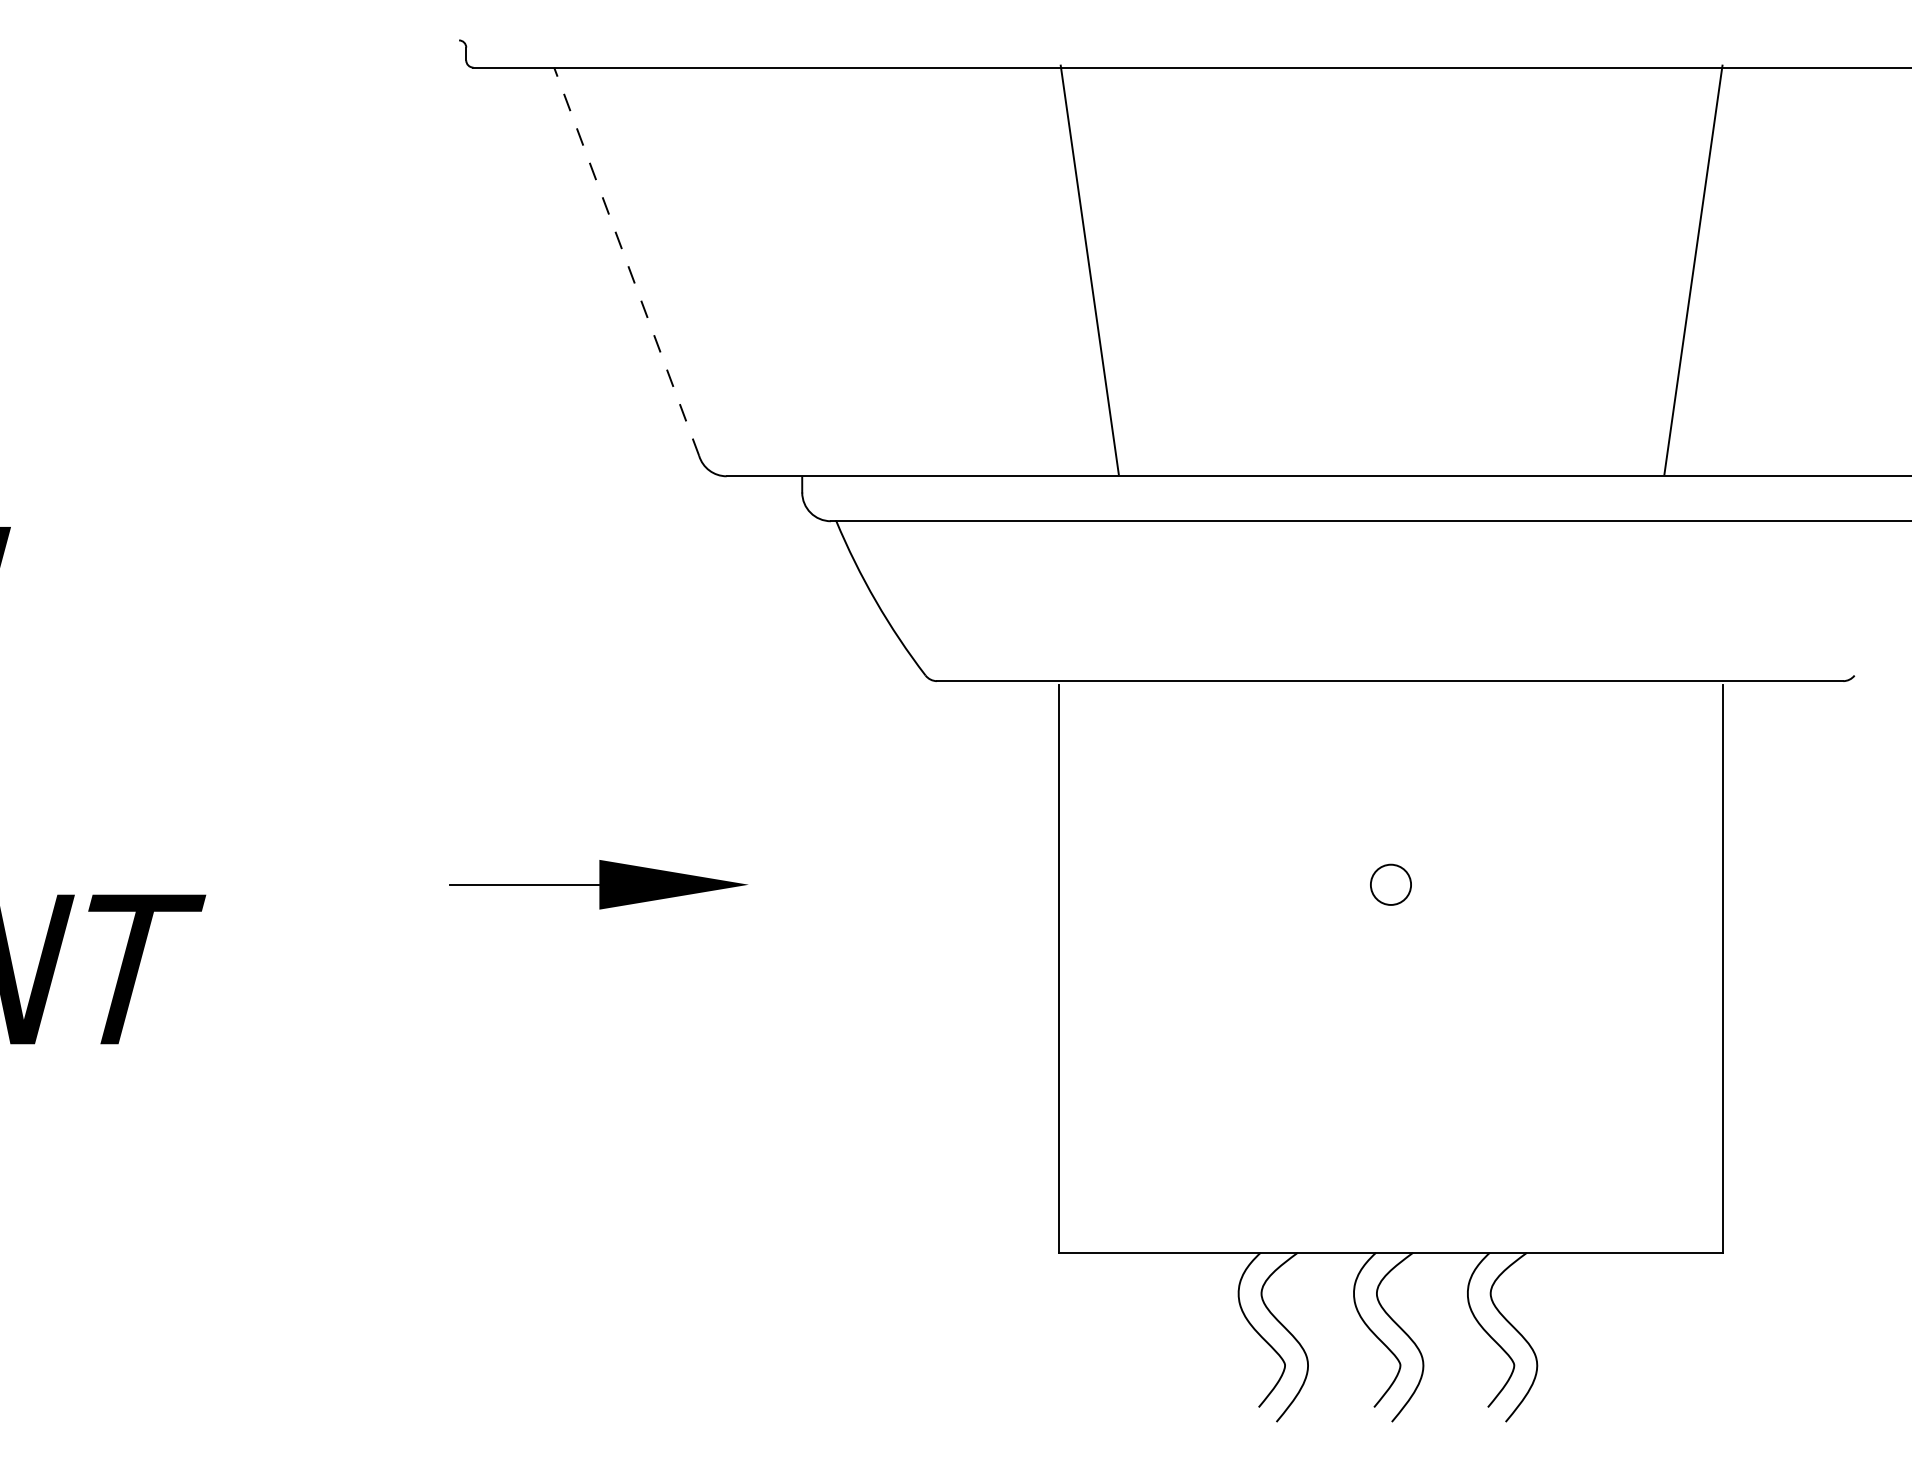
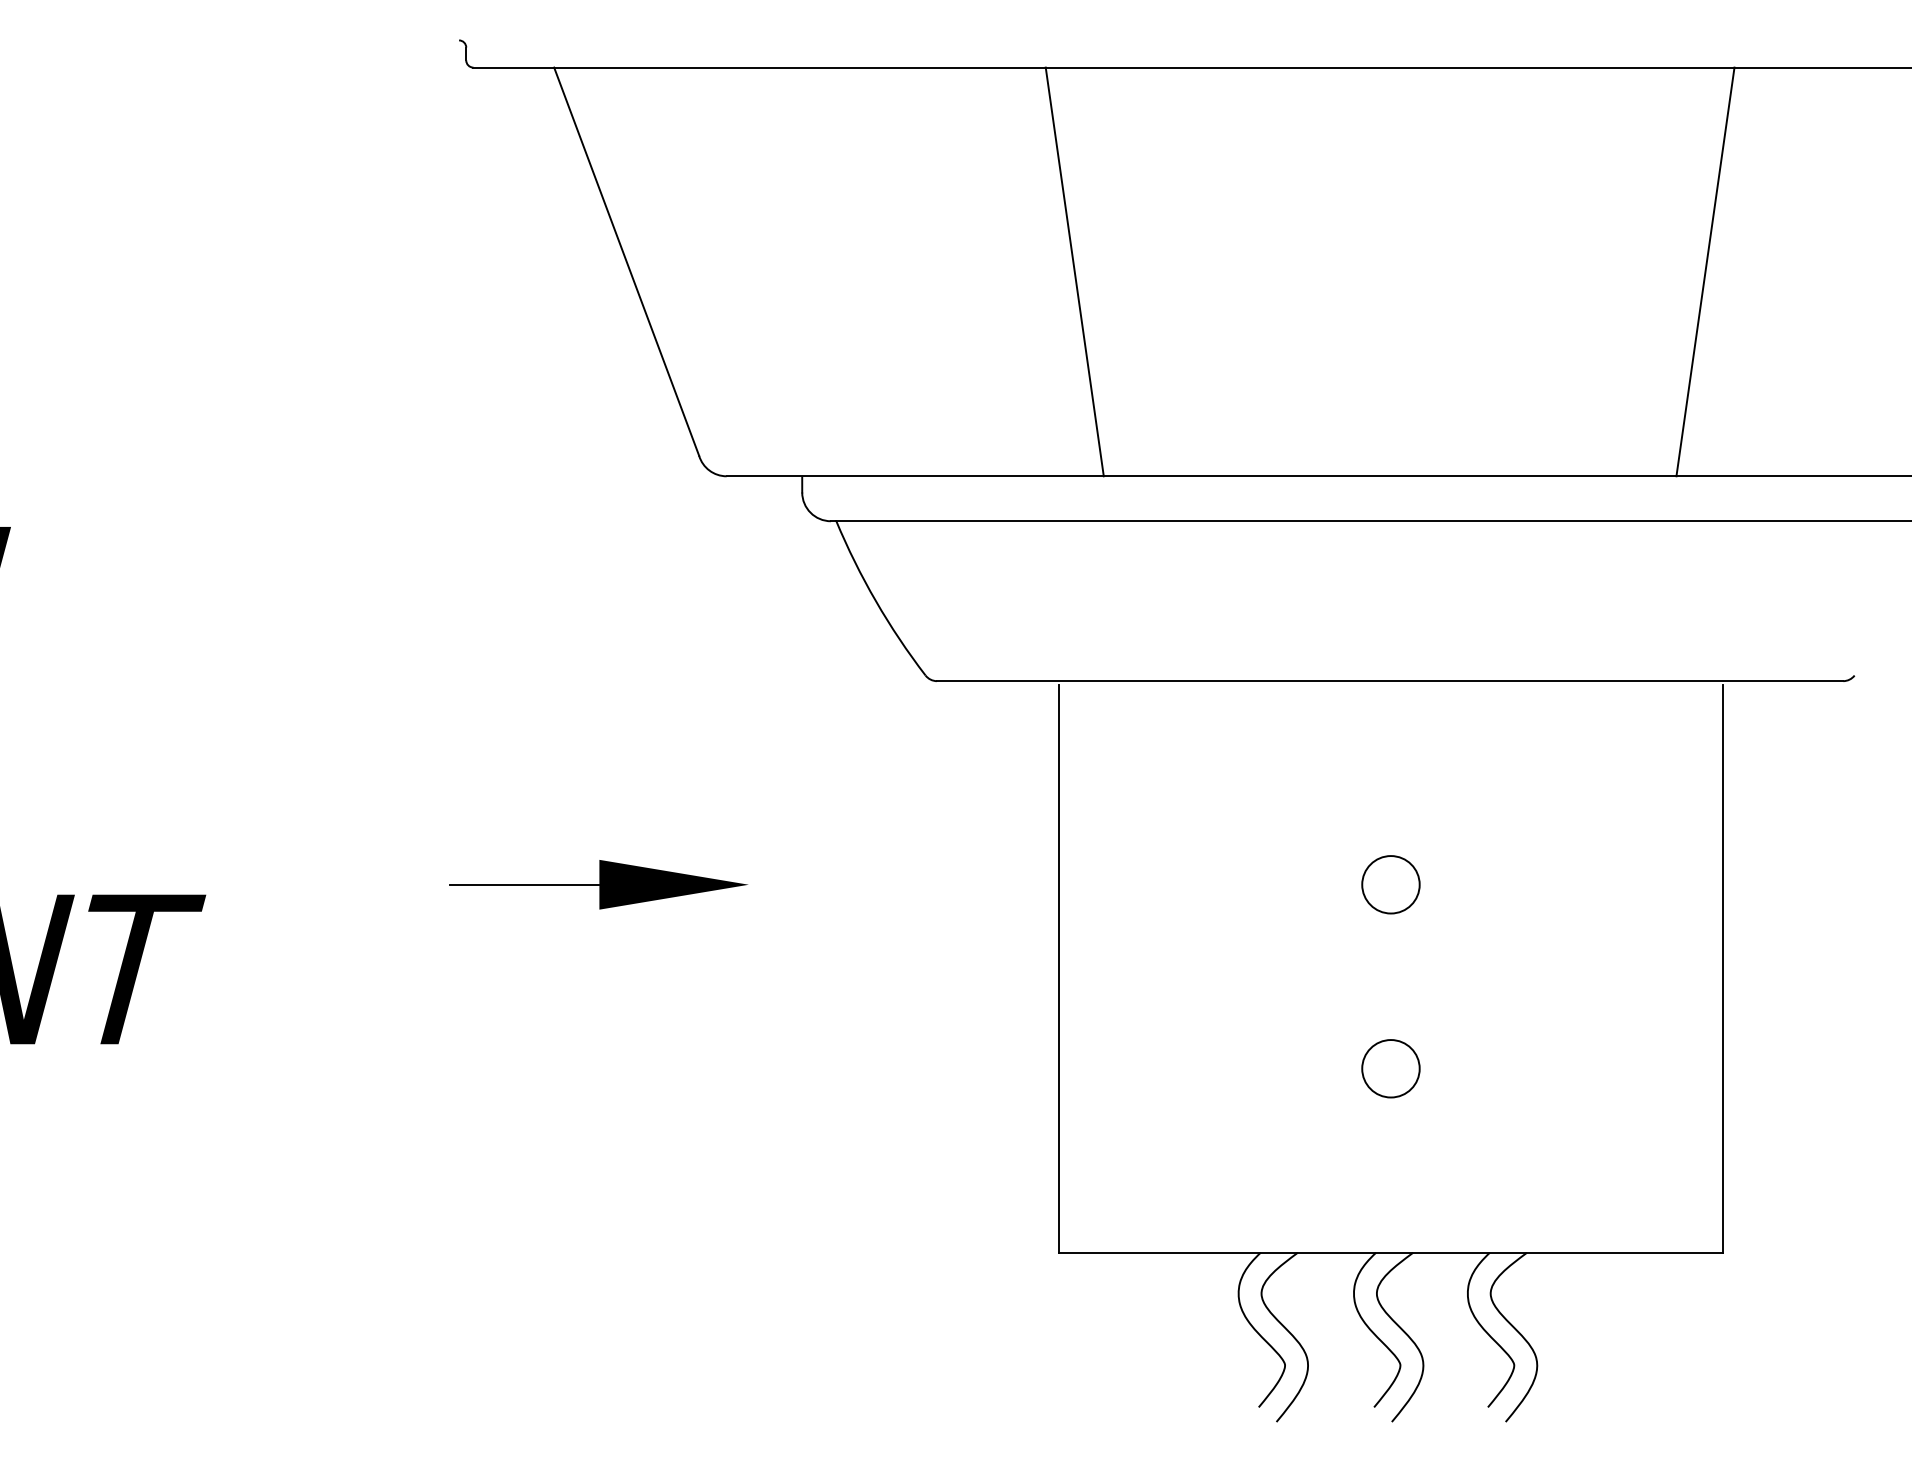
line at (626, 261): dashed -> solid
line at (1089, 269) position: (1089, 269) -> (1074, 271)
line at (1693, 269) position: (1693, 269) -> (1705, 271)
circle at (1390, 884) size: 42x43 px -> 60x60 px
circle at (1390, 1068): none -> present
